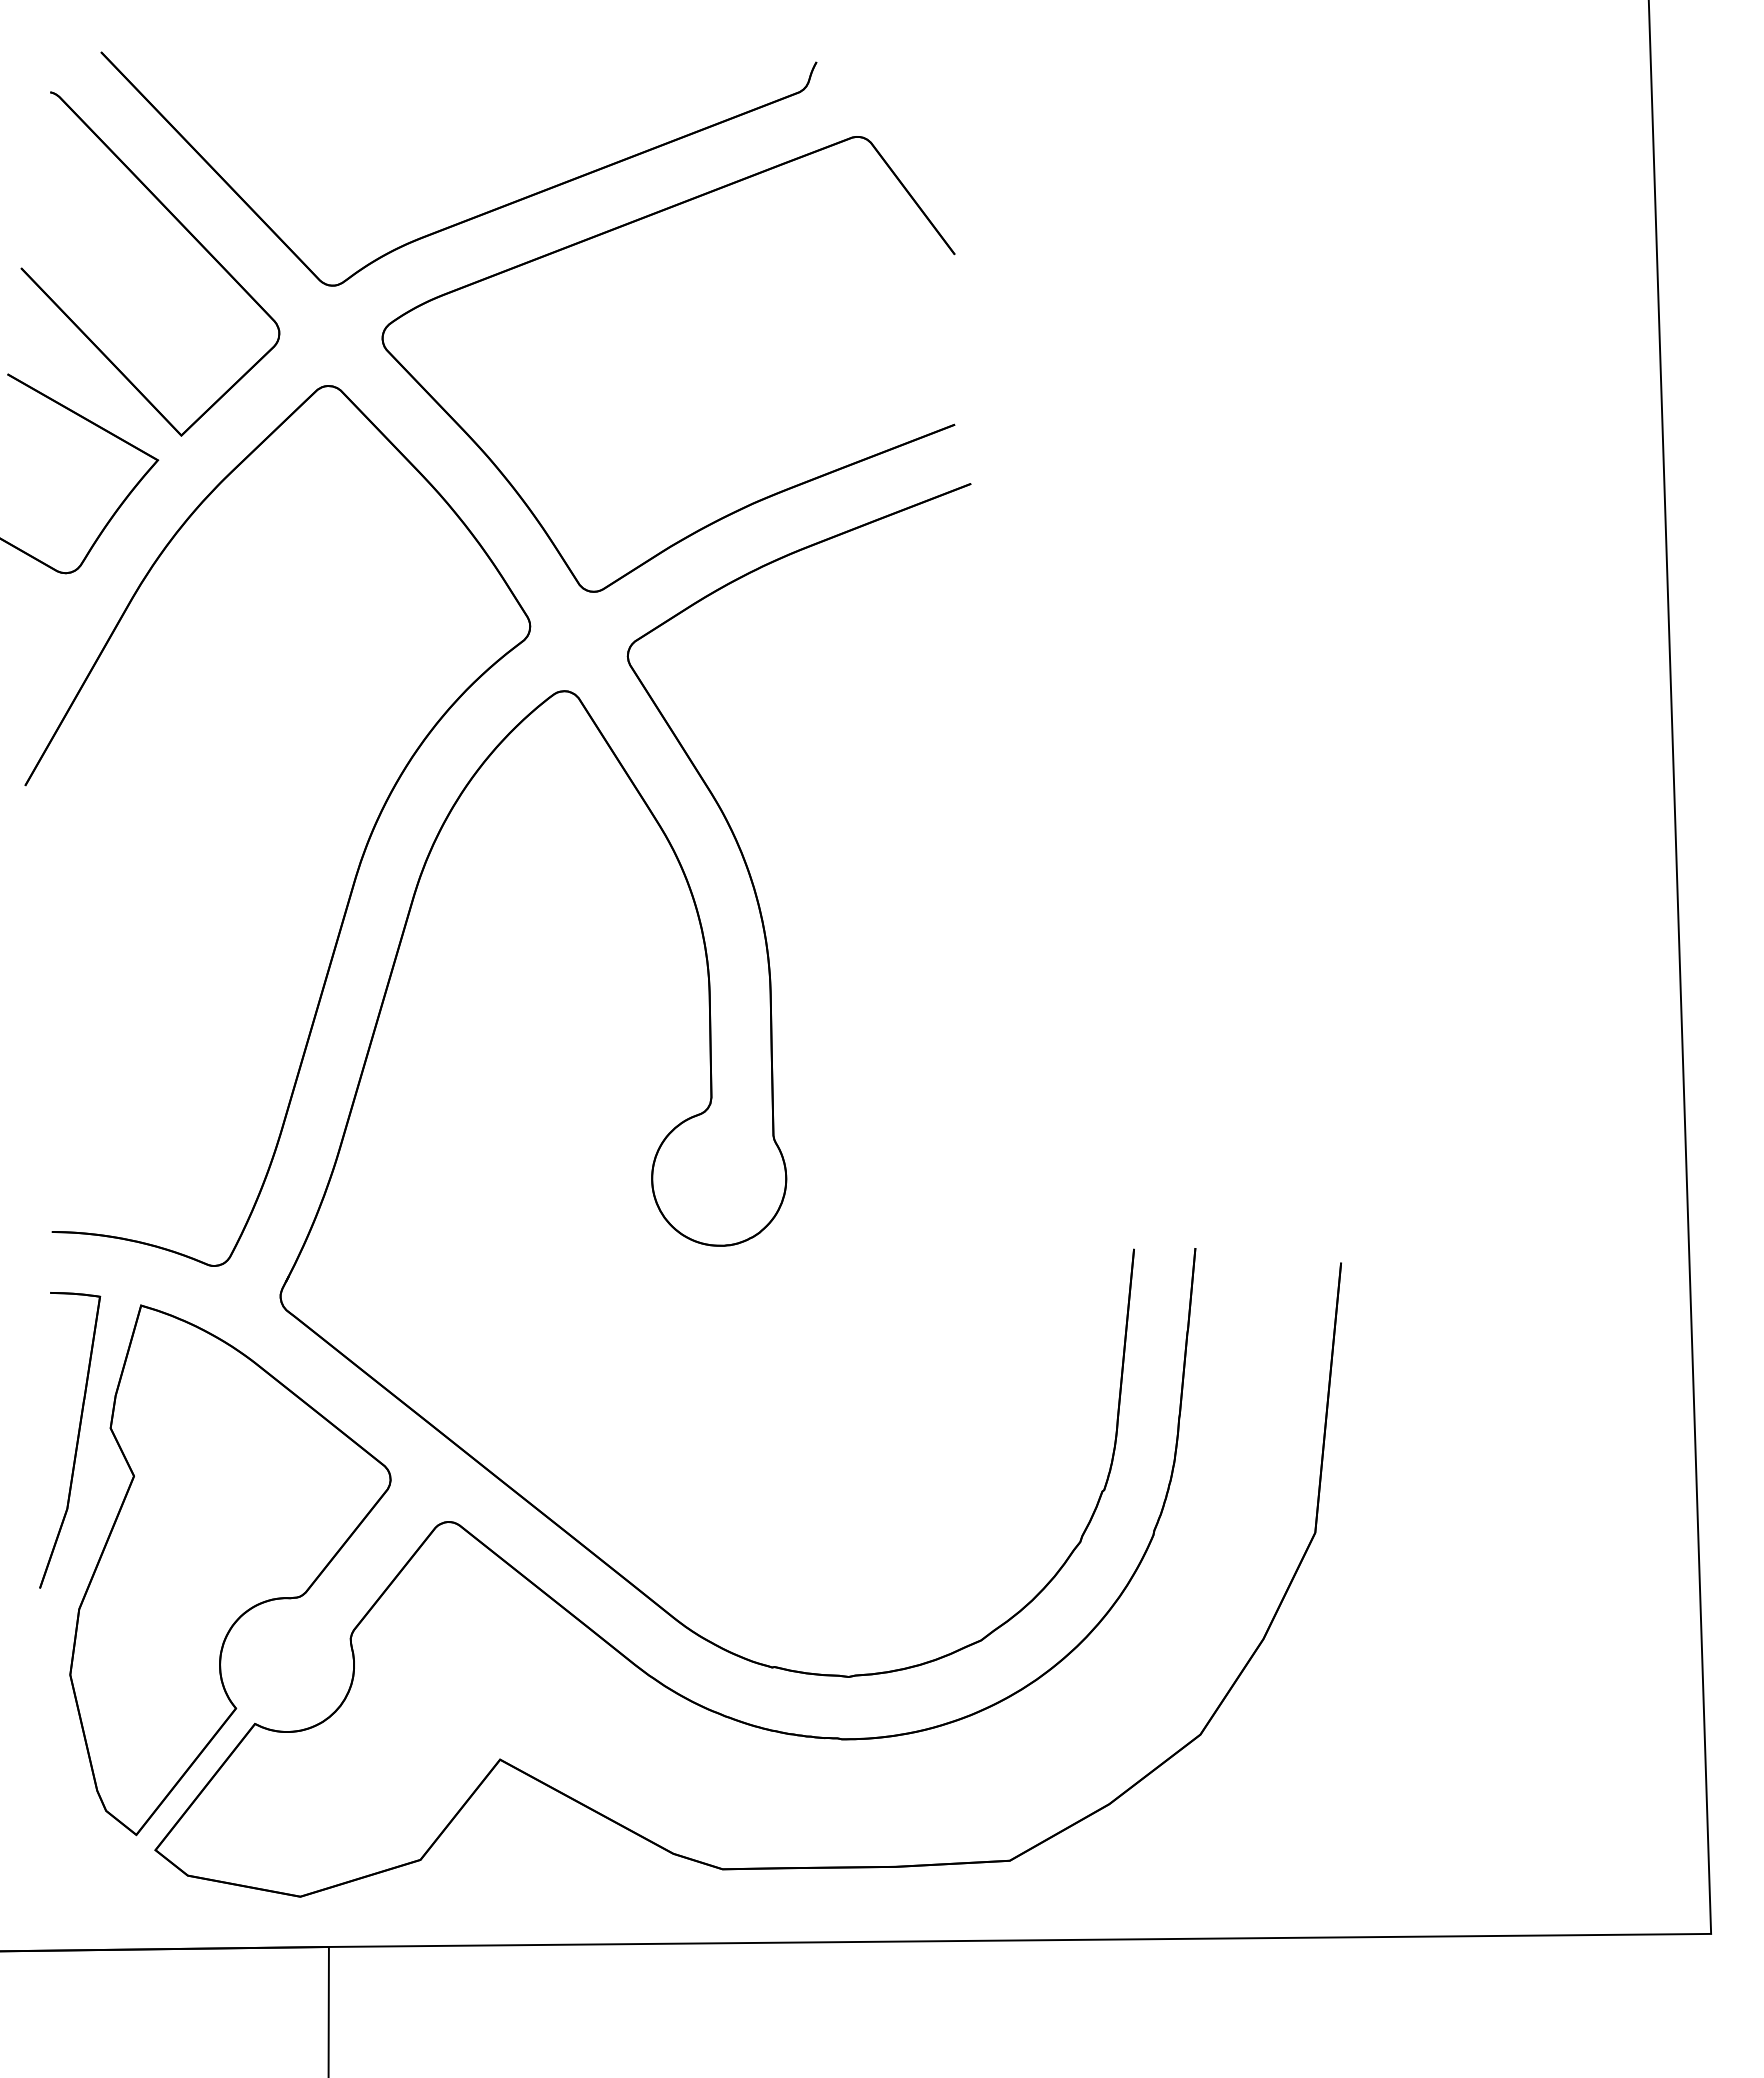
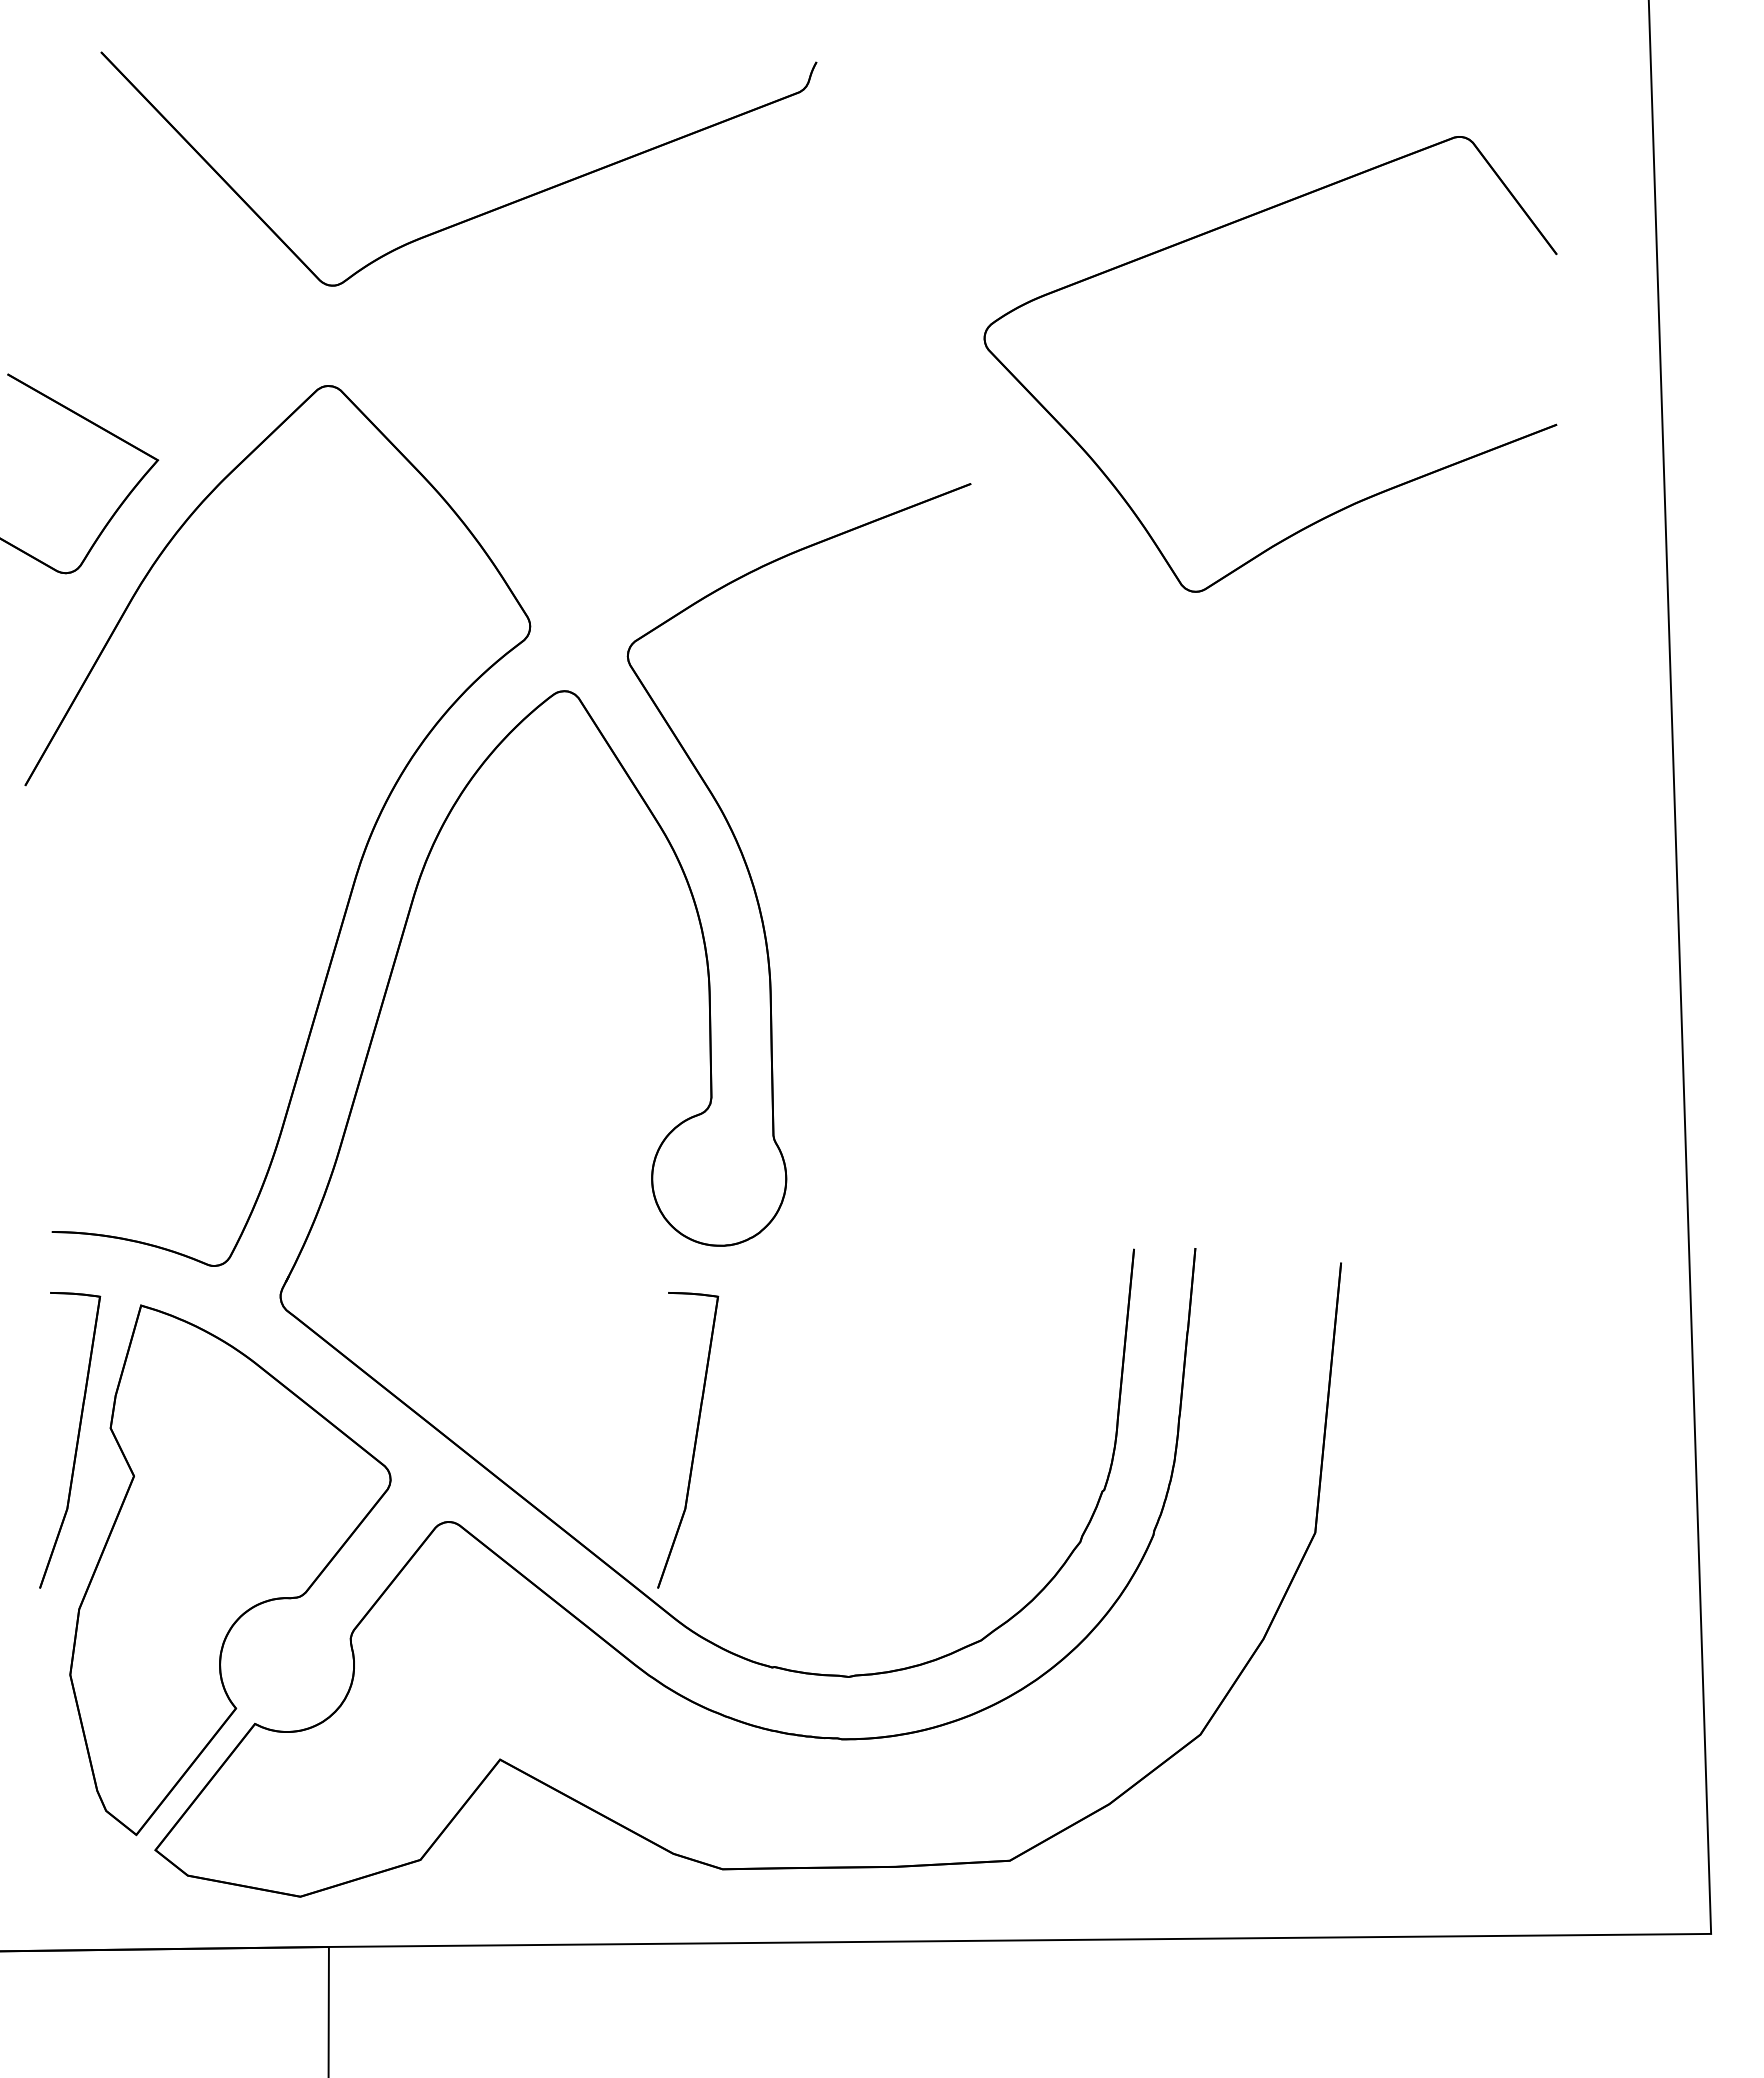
part at (184, 228): present -> none
part at (619, 228) position: (619, 228) -> (1221, 228)
part at (688, 1440): none -> present
